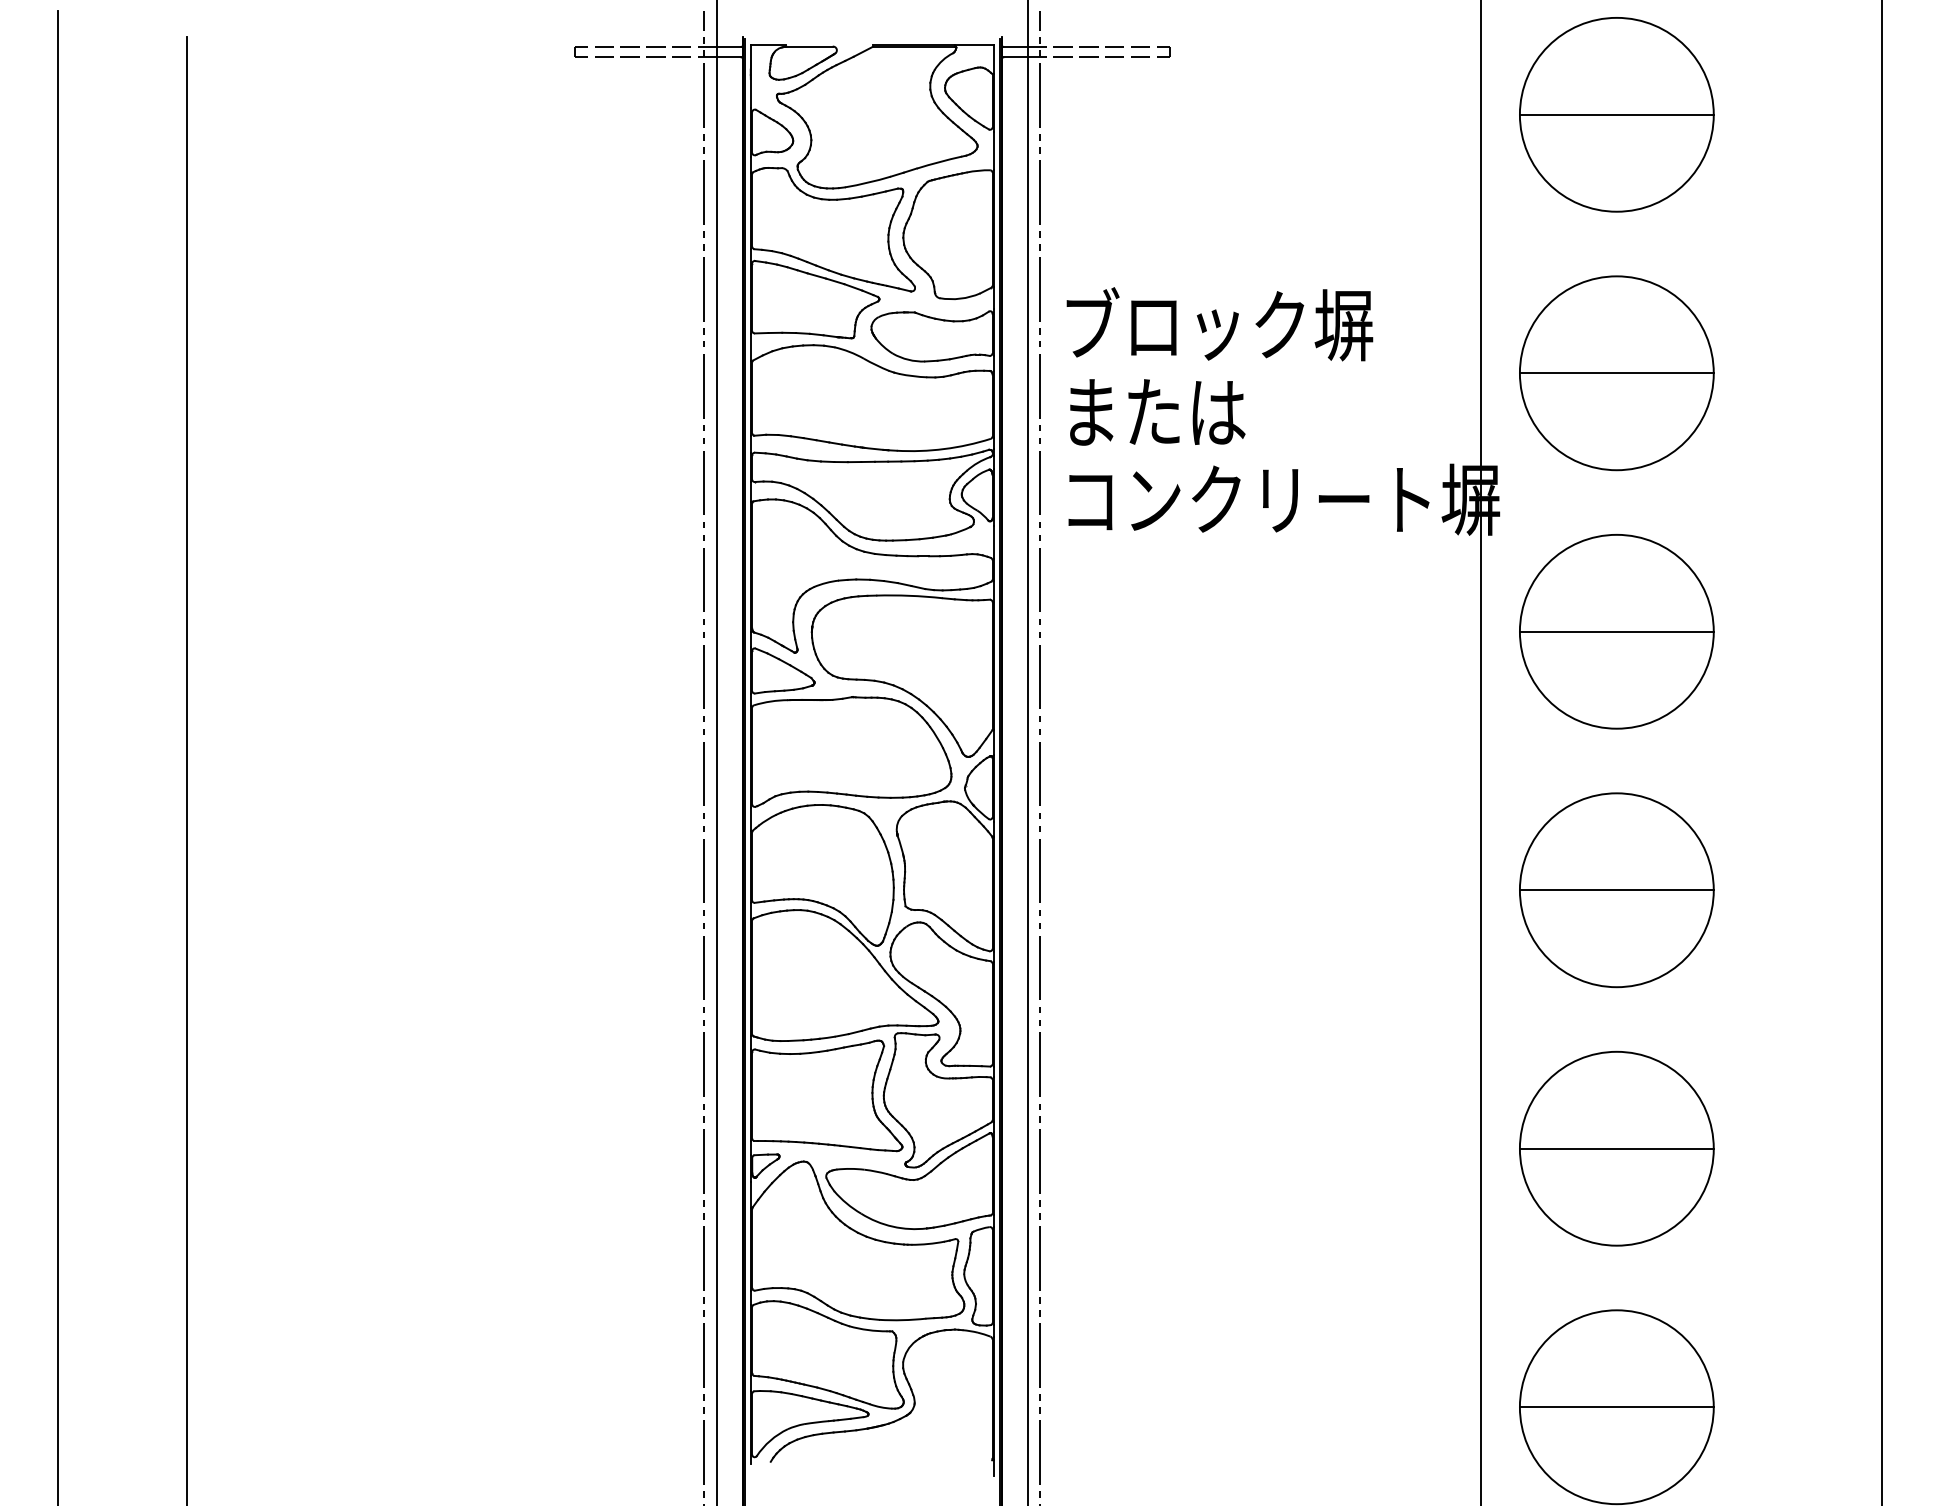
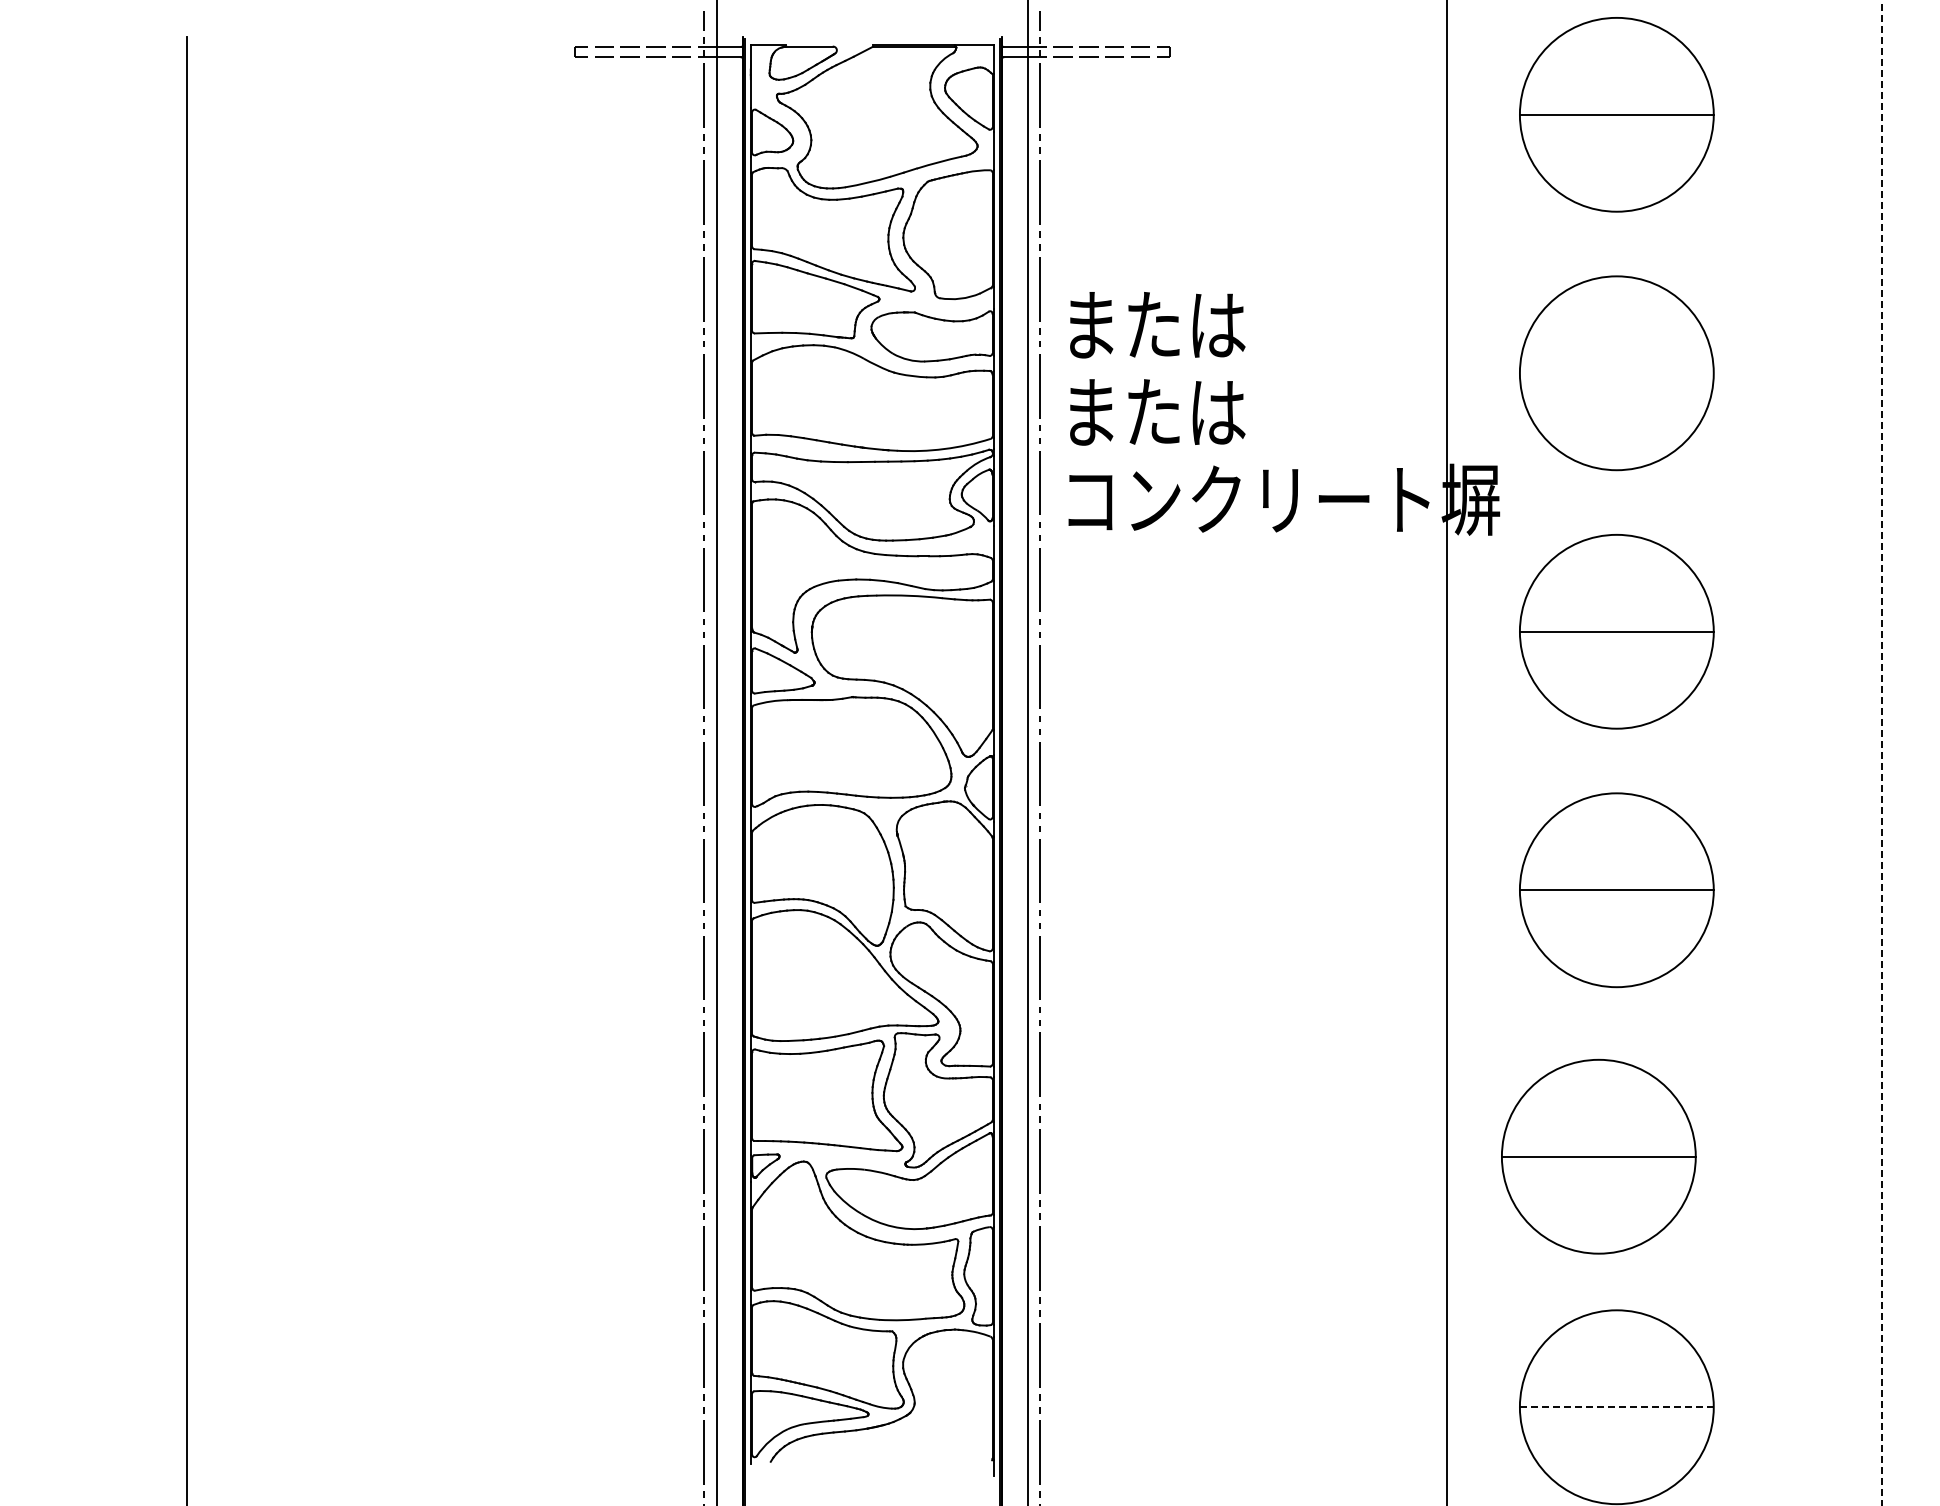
text at (1219, 324): ブロック塀 -> または
line at (1616, 373): present -> none
line at (1481, 752) position: (1481, 752) -> (1447, 752)
line at (1881, 753): solid -> dashed
line at (58, 756): present -> none
part at (1616, 1148) position: (1616, 1148) -> (1598, 1156)
line at (1616, 1407): solid -> dashed
